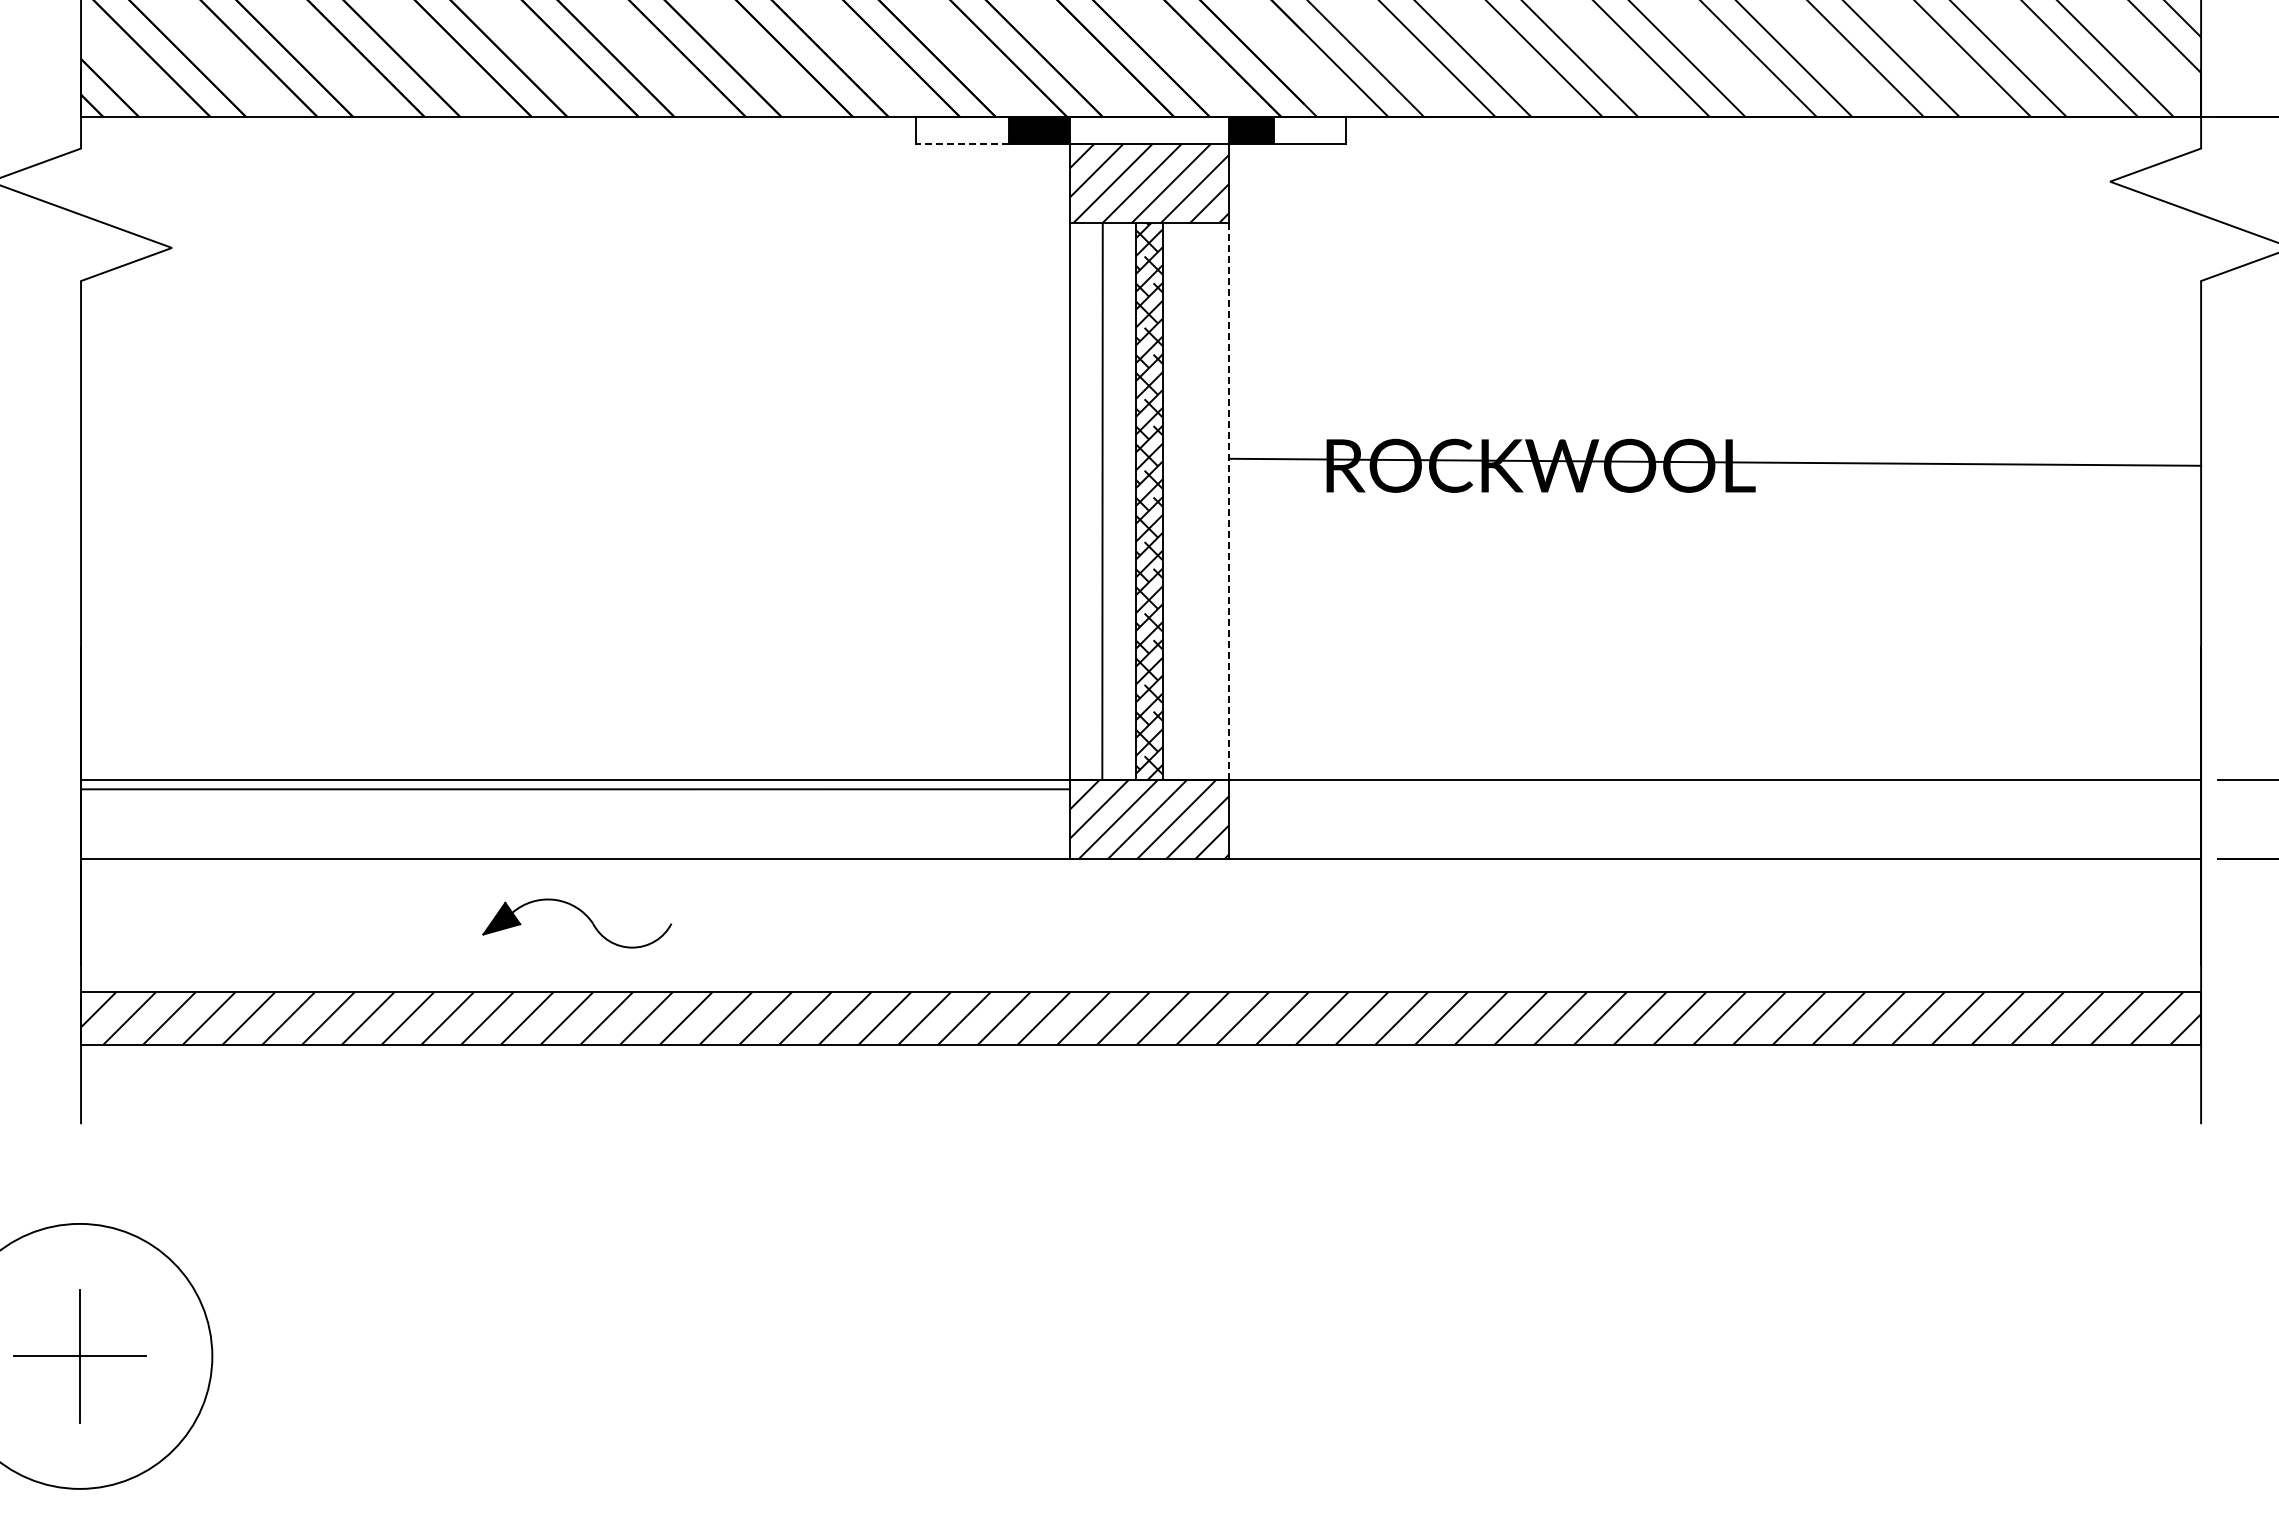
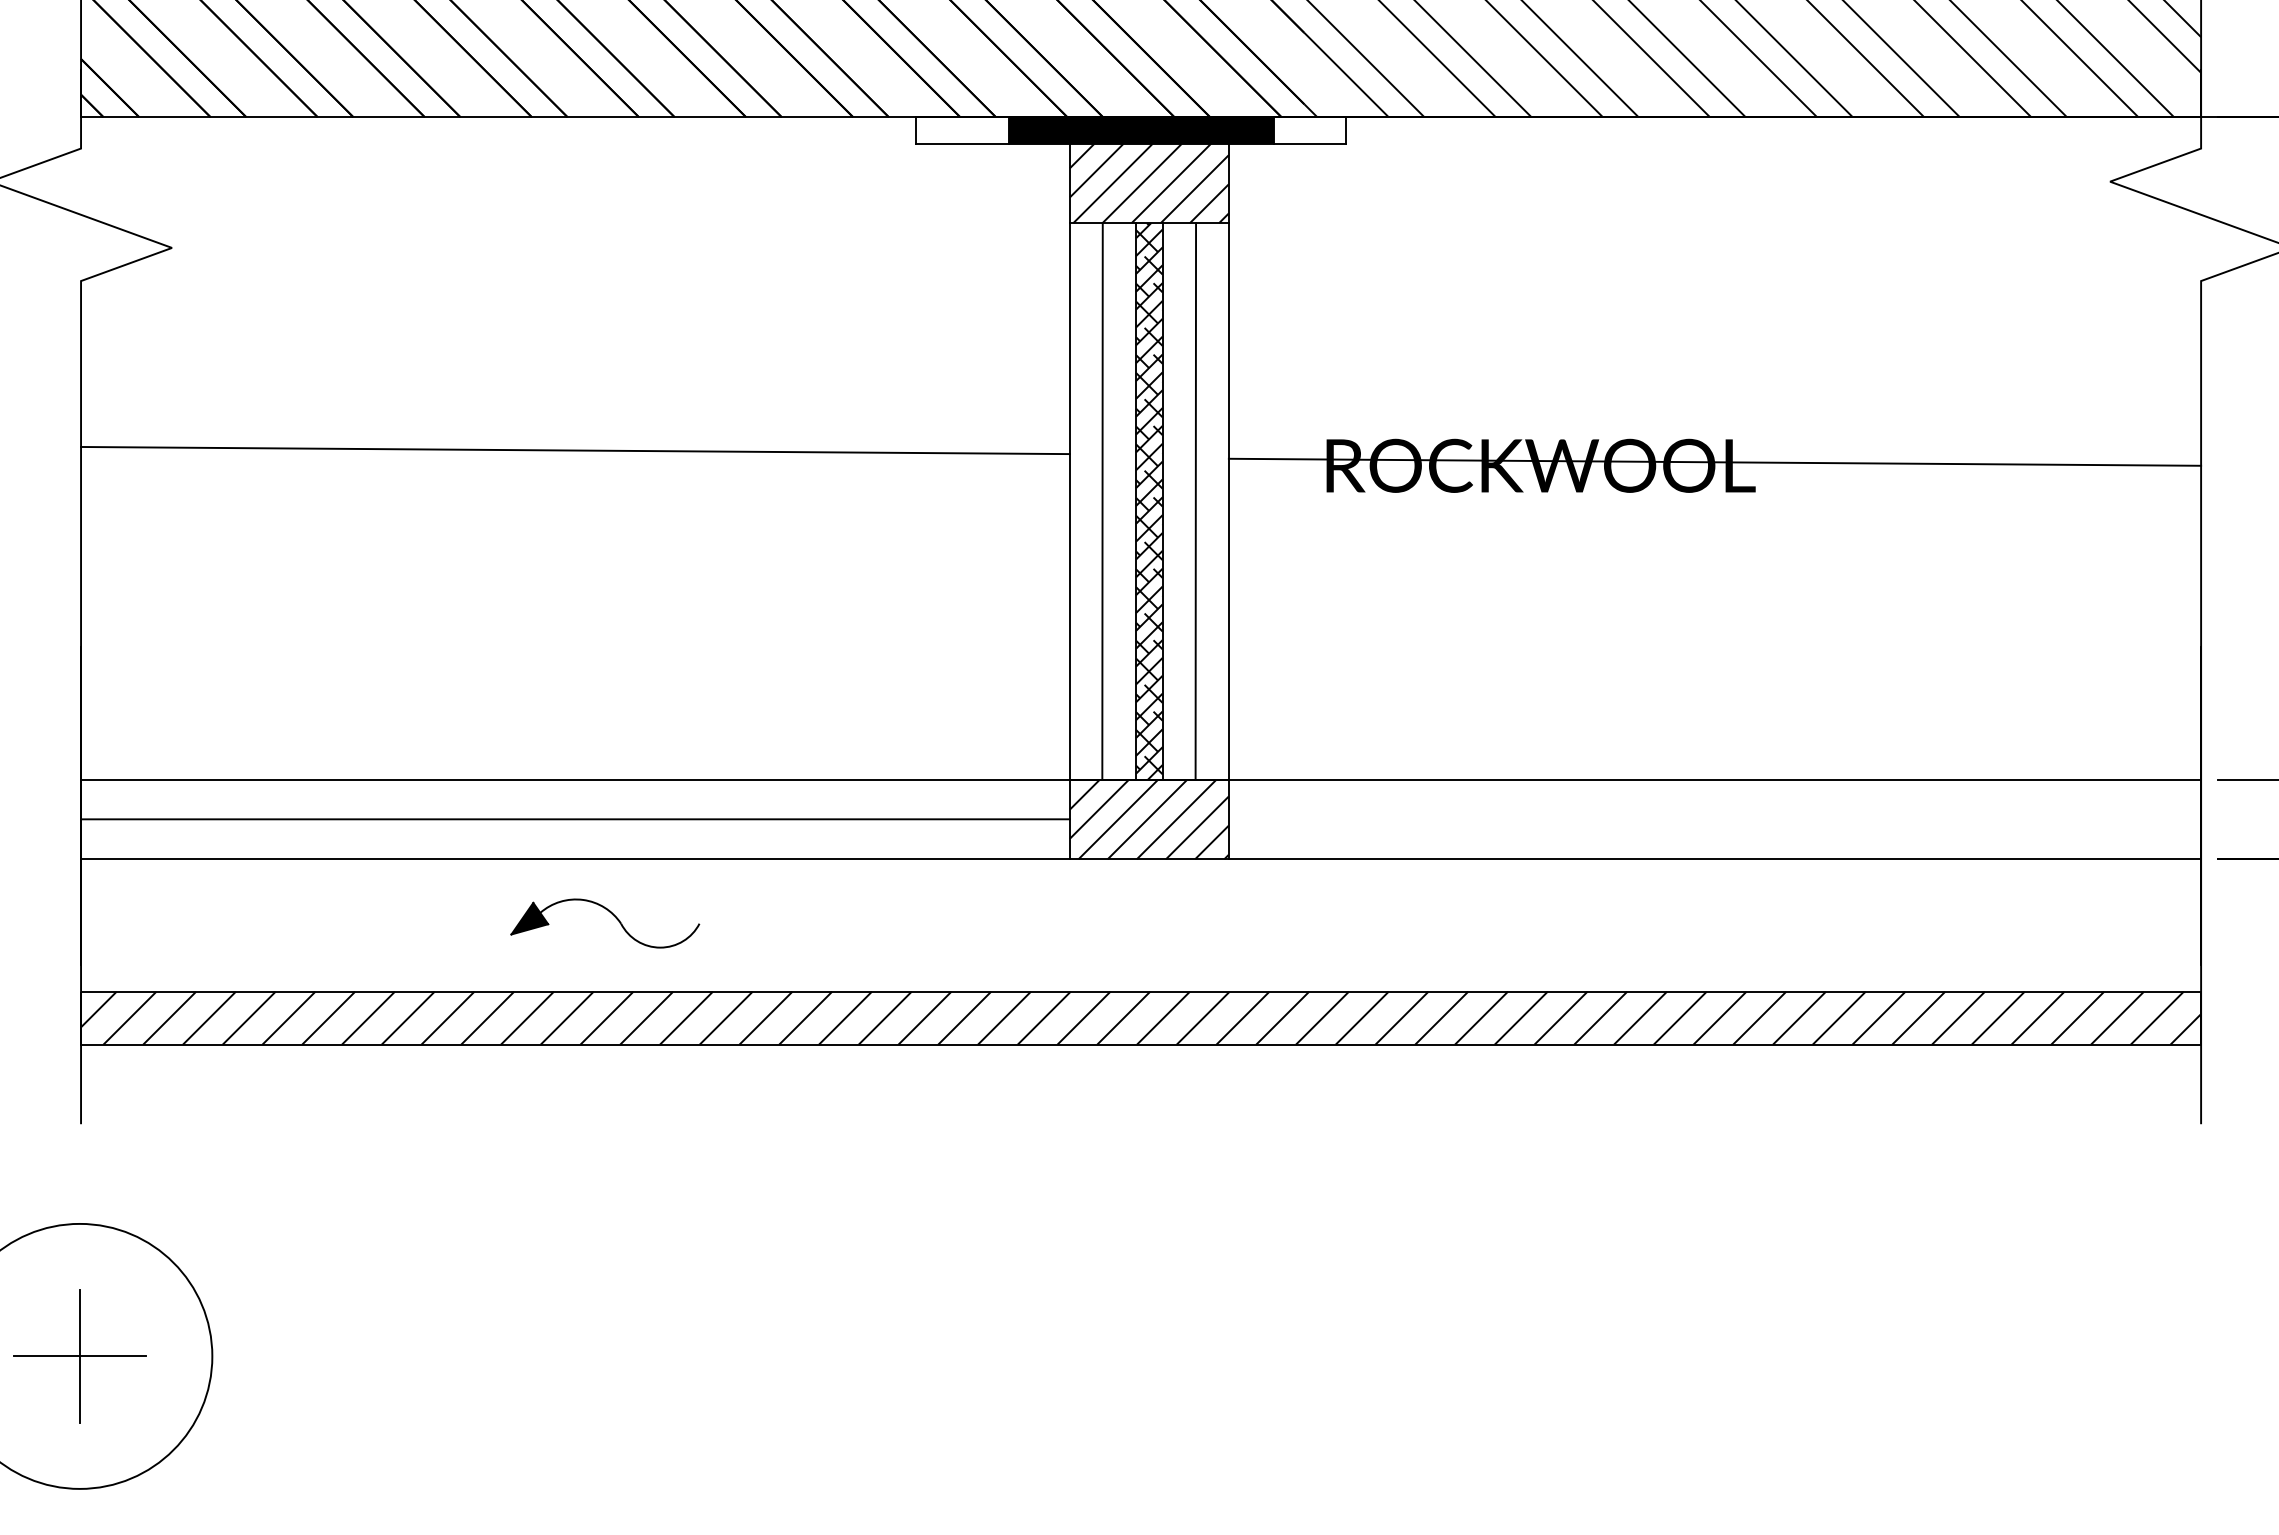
fill at (1148, 130): none -> present
line at (961, 143): dashed -> solid
line at (575, 450): none -> present
line at (1195, 501): none -> present
line at (1228, 501): dashed -> solid
line at (575, 789) position: (575, 789) -> (575, 819)
part at (584, 915) position: (584, 915) -> (612, 915)
